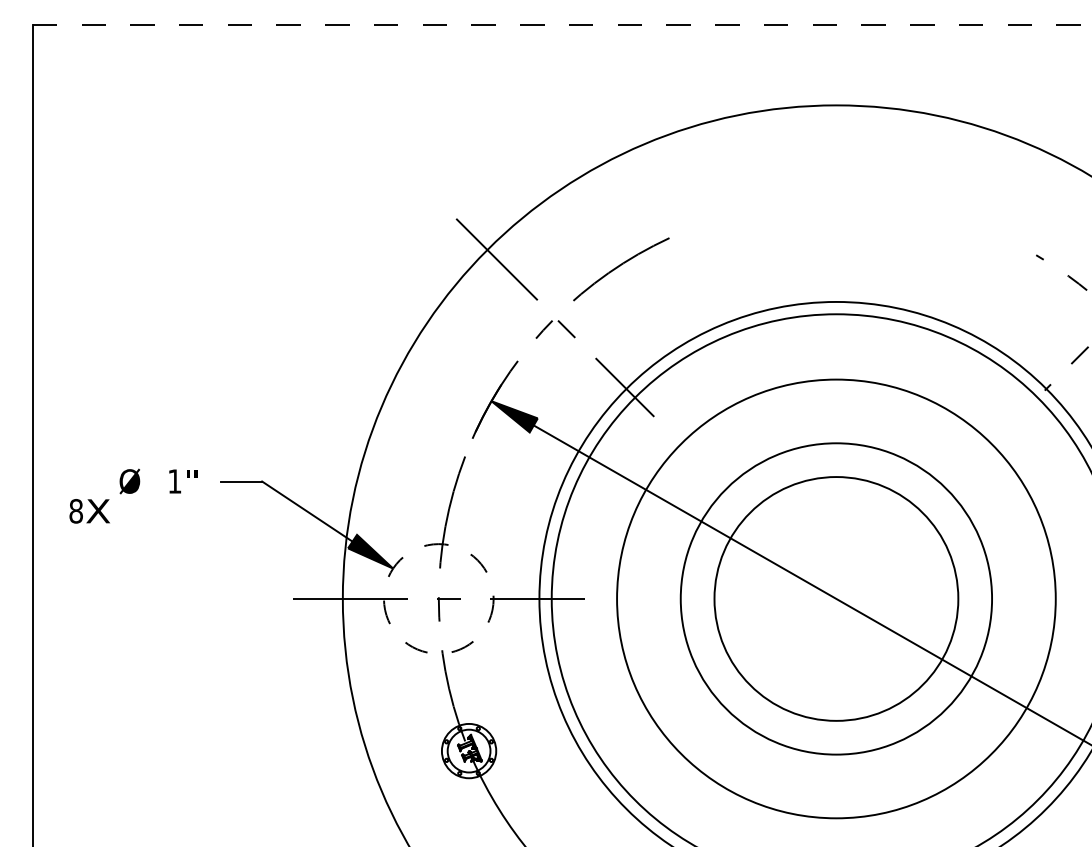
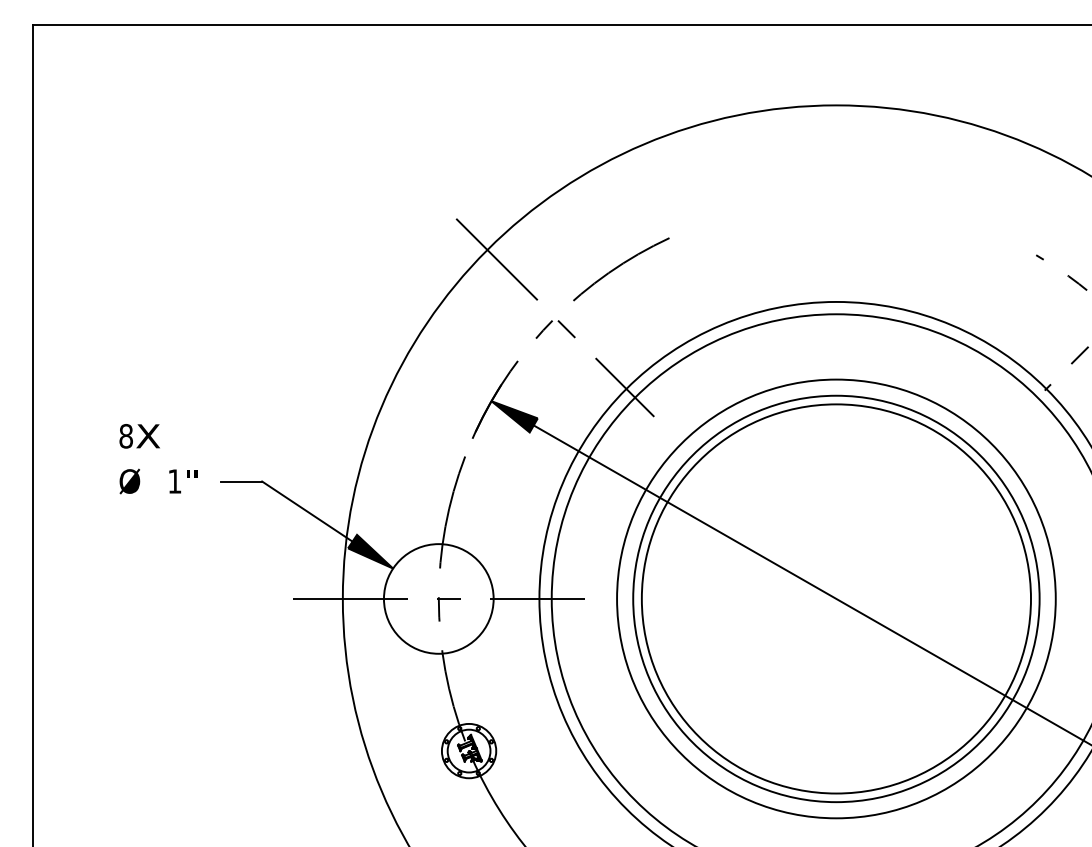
line at (562, 25): dashed -> solid
text at (89, 511) position: (89, 511) -> (139, 436)
circle at (438, 598): dashed -> solid
circle at (836, 598) diameter: 244 px -> 406 px
circle at (836, 598) diameter: 311 px -> 389 px
